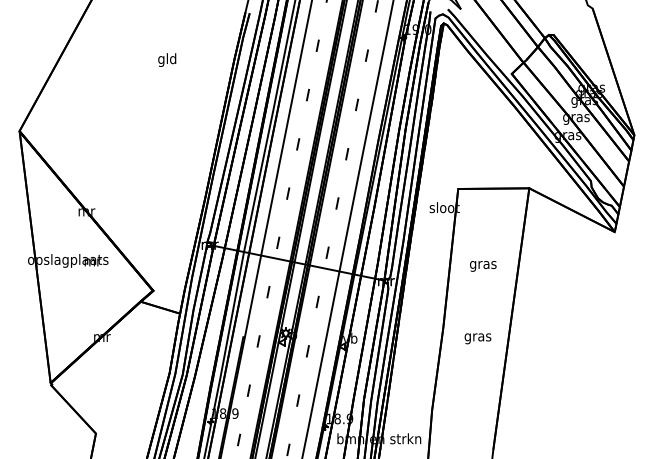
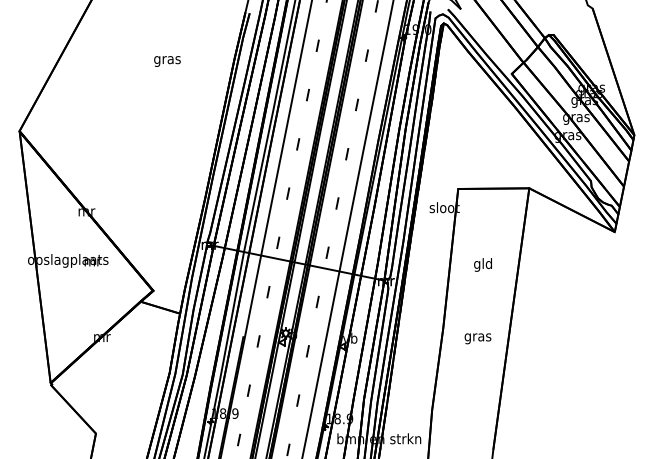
text at (167, 59): gld -> gras
text at (483, 264): gras -> gld
